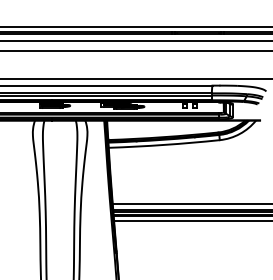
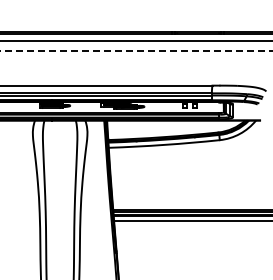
line at (135, 27): present -> none
line at (136, 51): solid -> dashed
line at (135, 78): present -> none
line at (190, 204): present -> none
